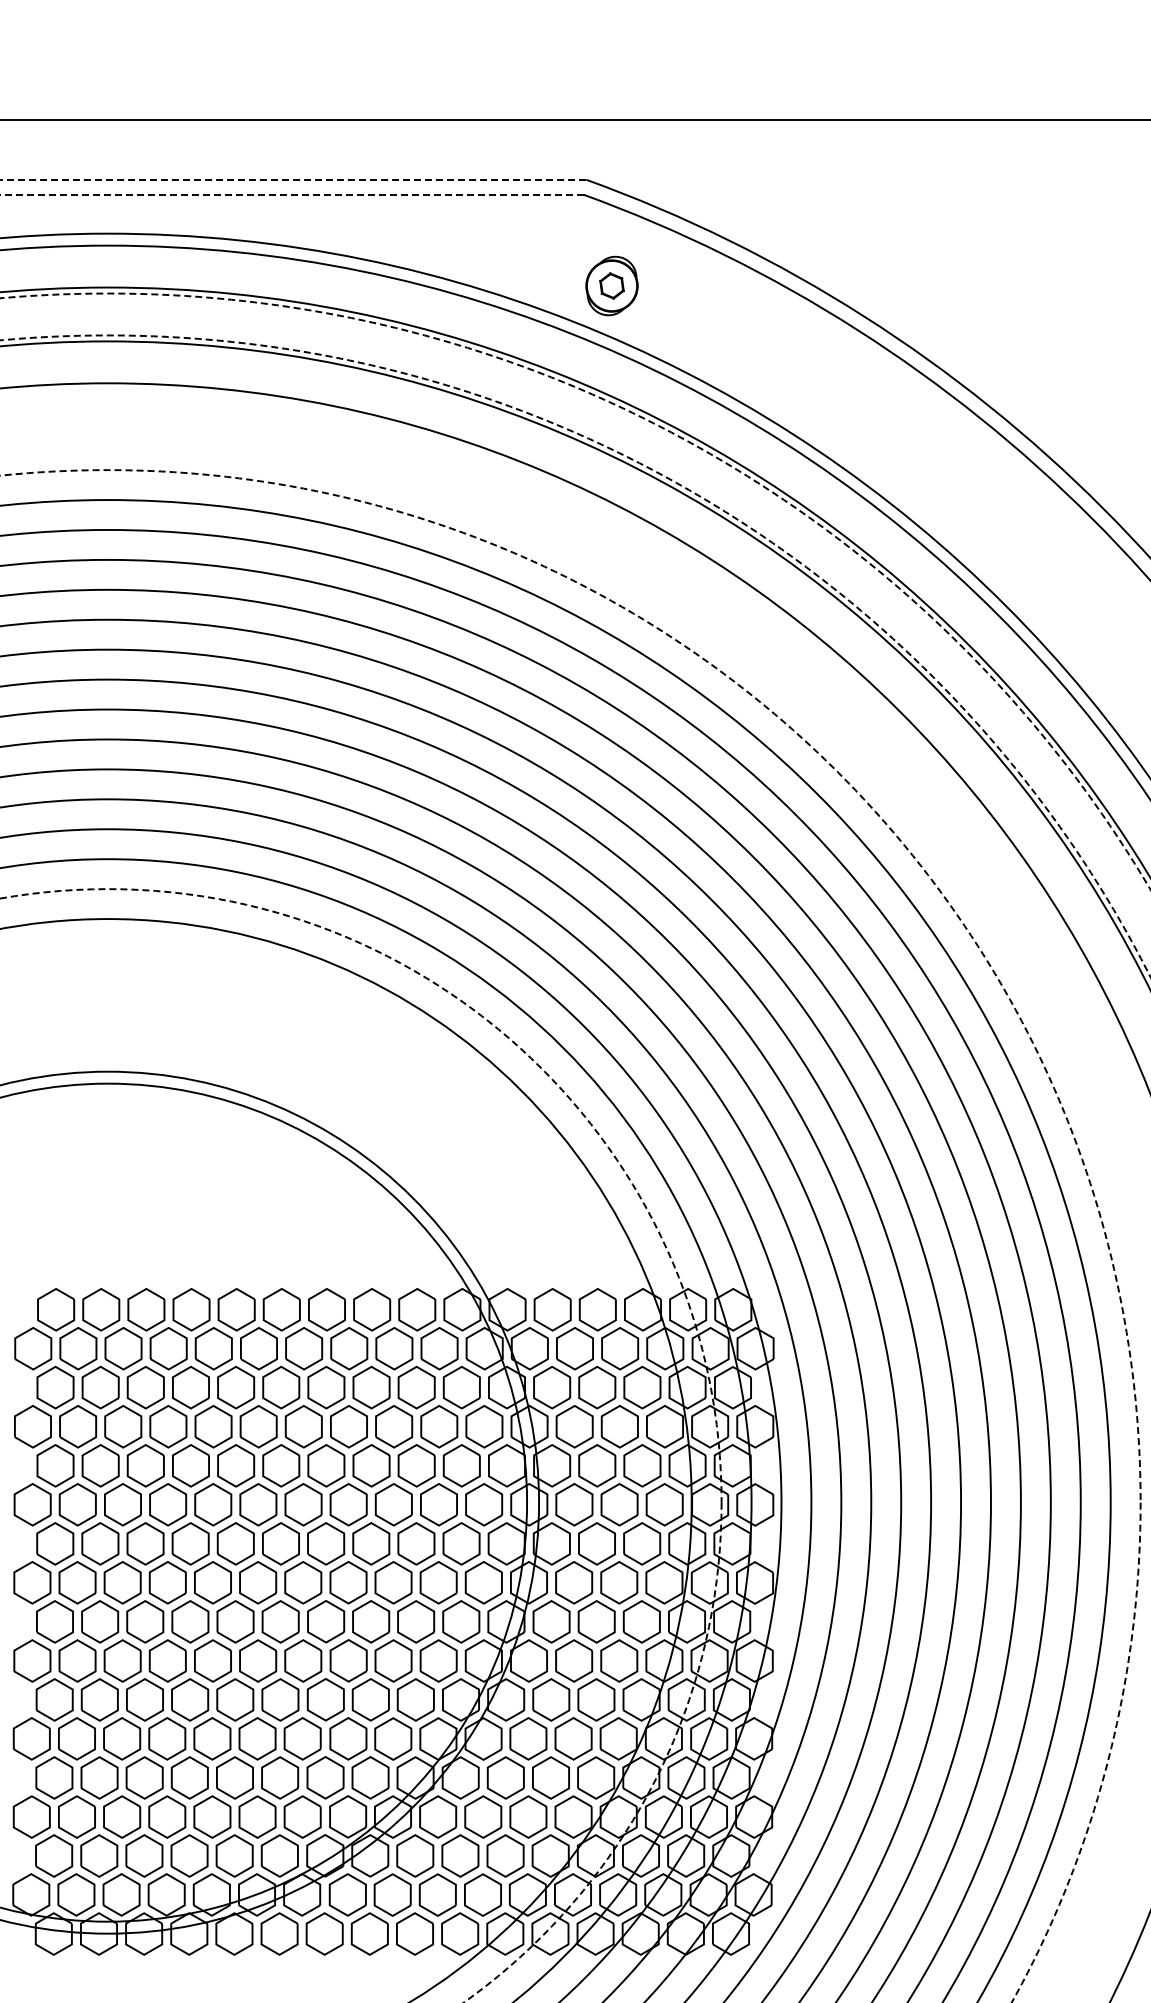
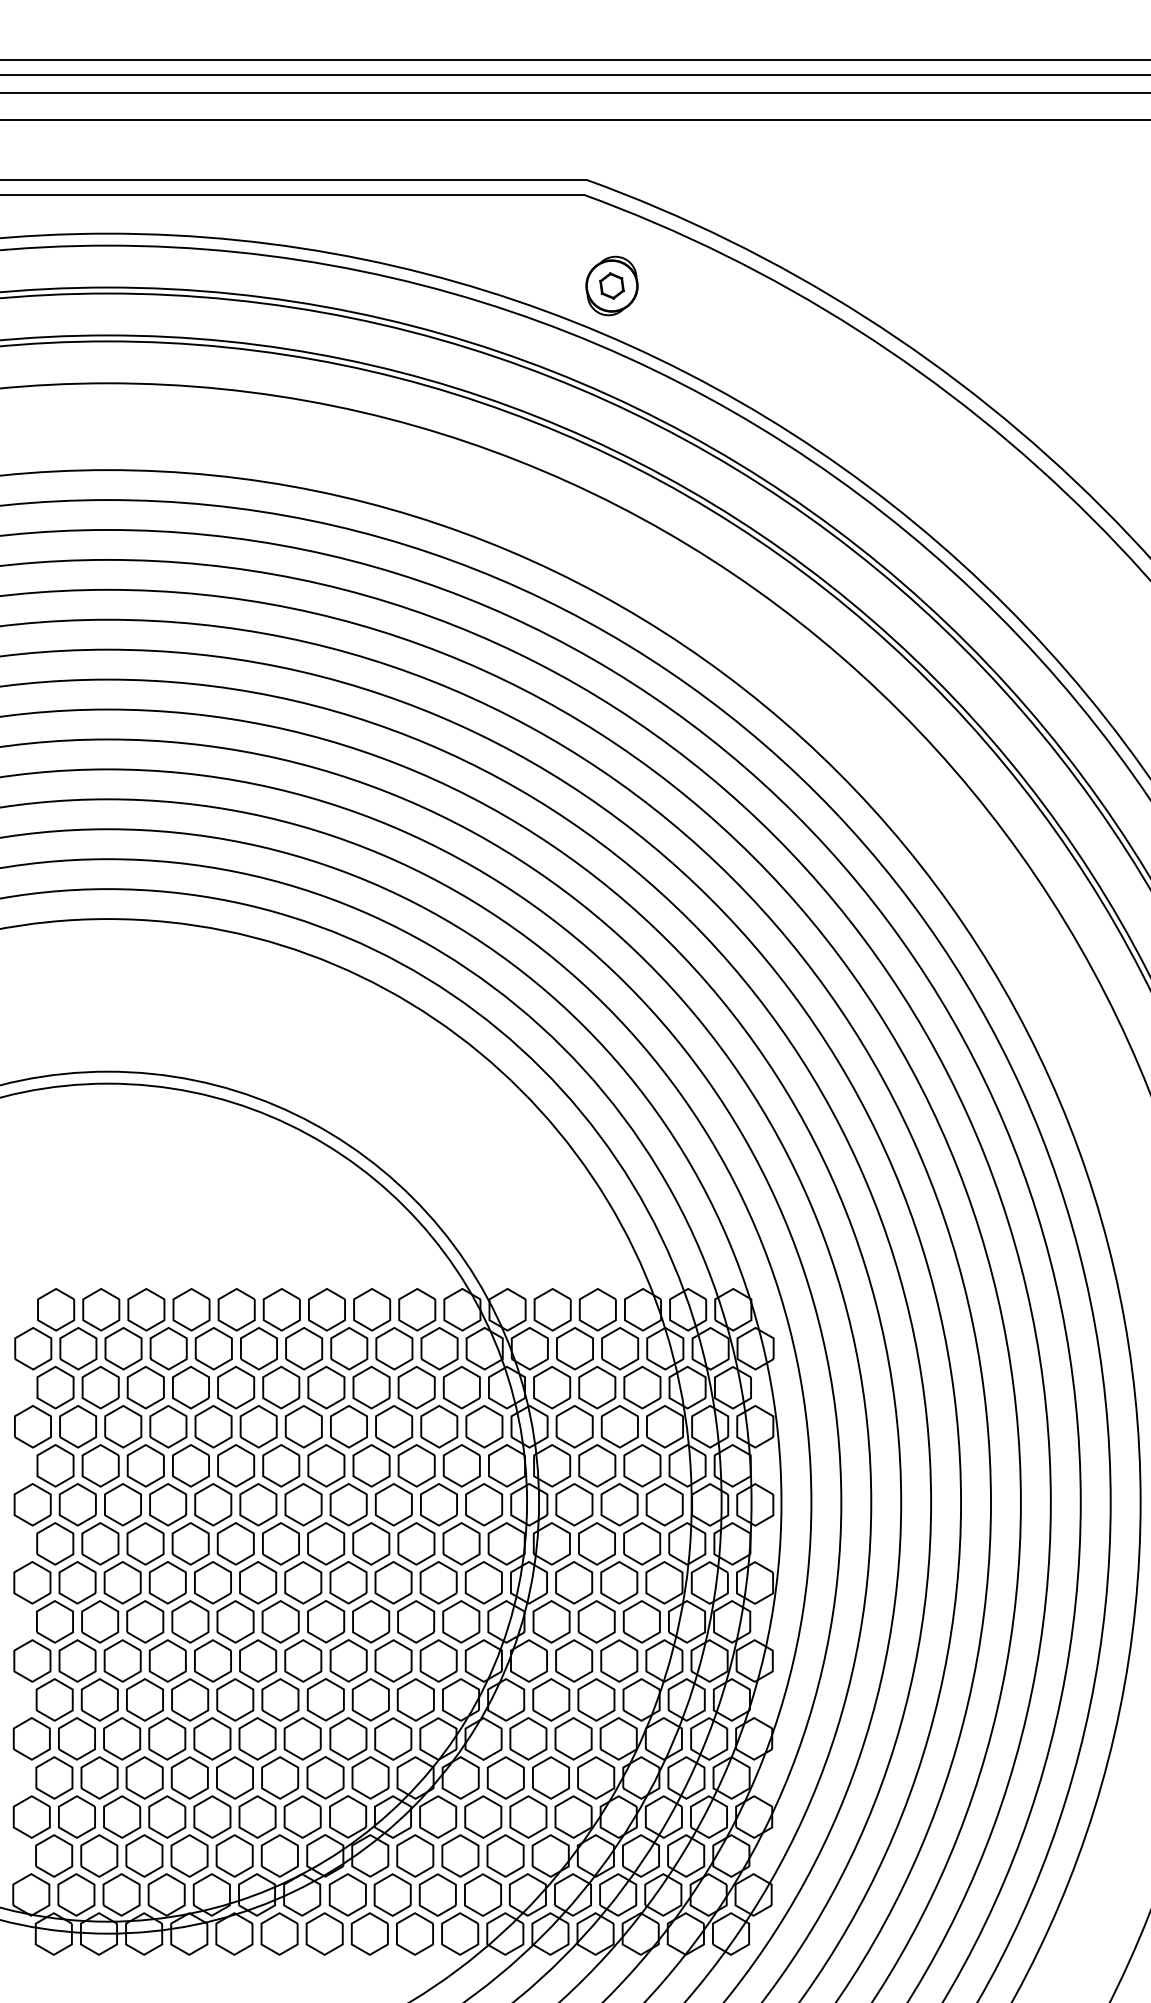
line at (574, 60): none -> present
line at (574, 75): none -> present
line at (574, 93): none -> present
line at (293, 179): dashed -> solid
line at (291, 194): dashed -> solid
circle at (575, 591): dashed -> solid
circle at (575, 656): dashed -> solid
circle at (570, 1236): dashed -> solid
circle at (360, 1445): dashed -> solid
